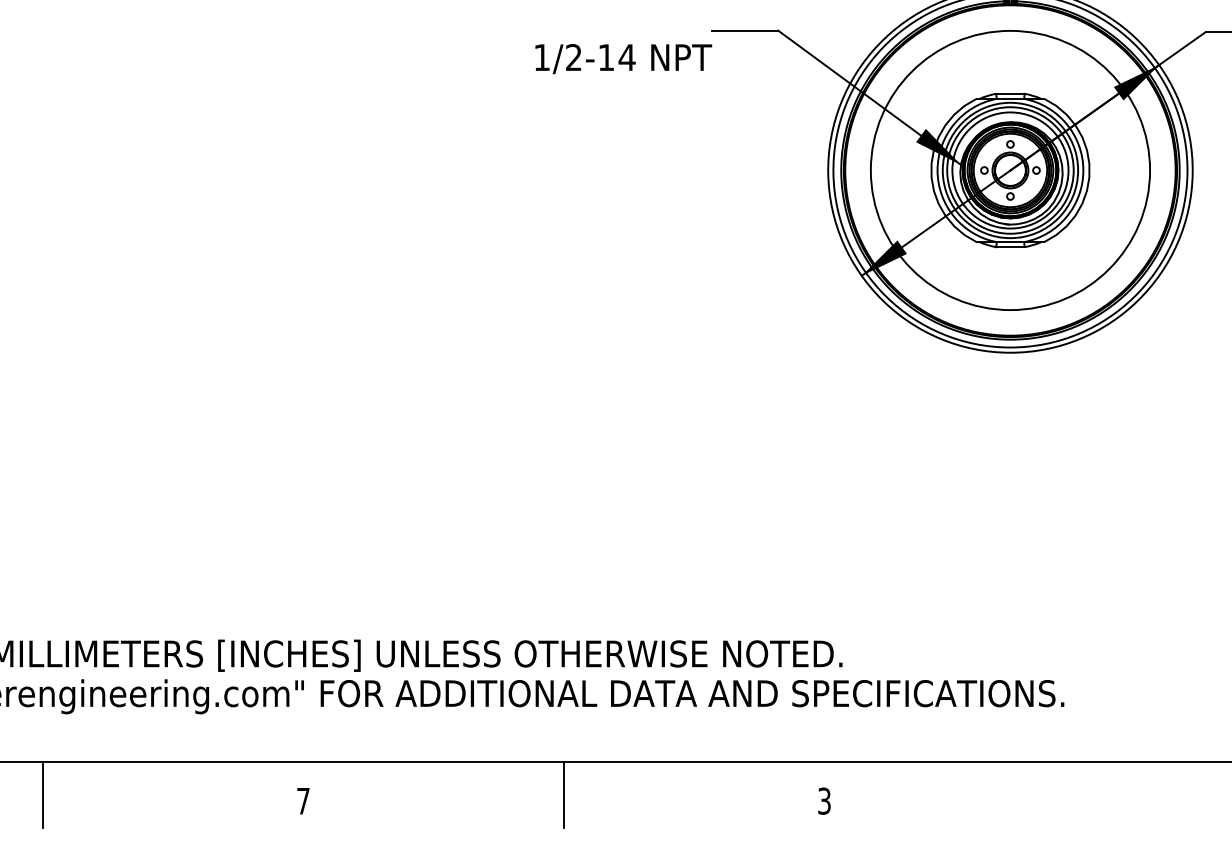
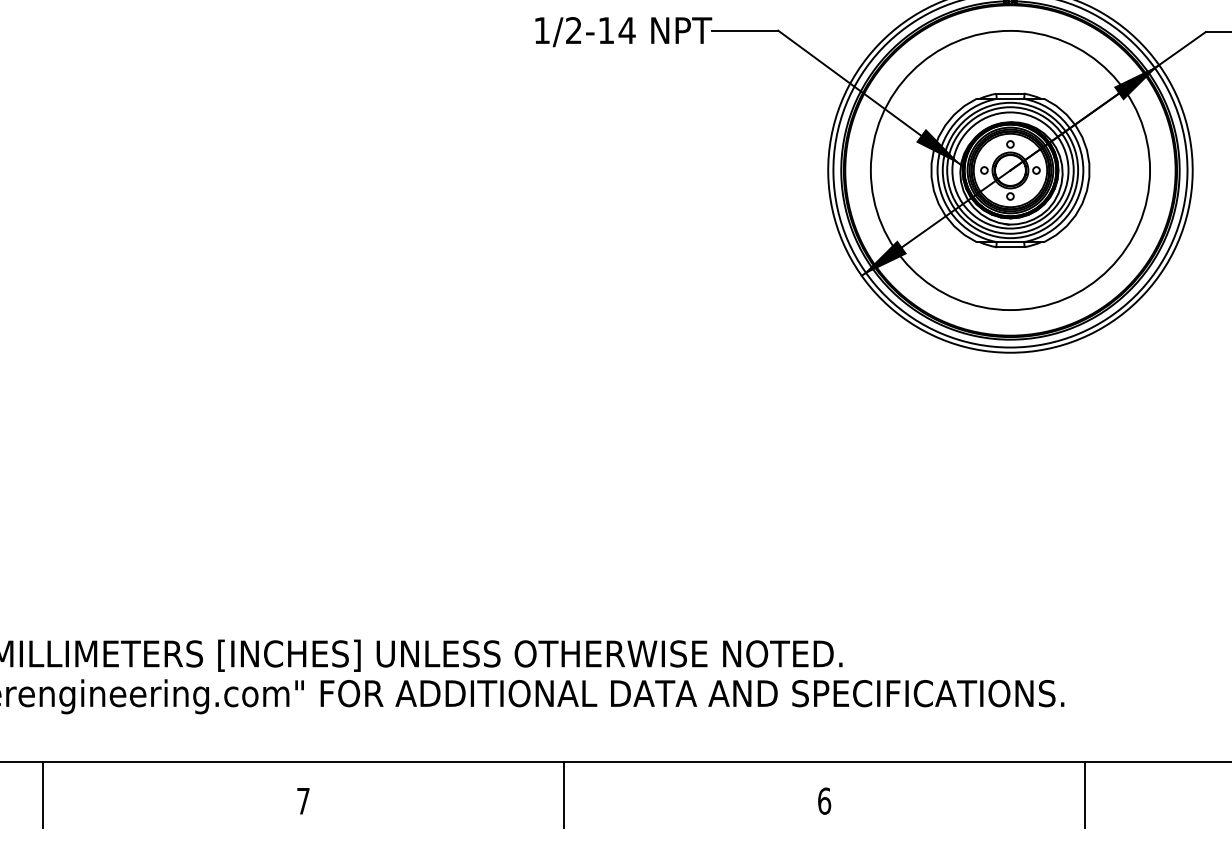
text at (623, 59) position: (623, 59) -> (623, 32)
line at (1085, 794): none -> present
text at (824, 800): 3 -> 6
